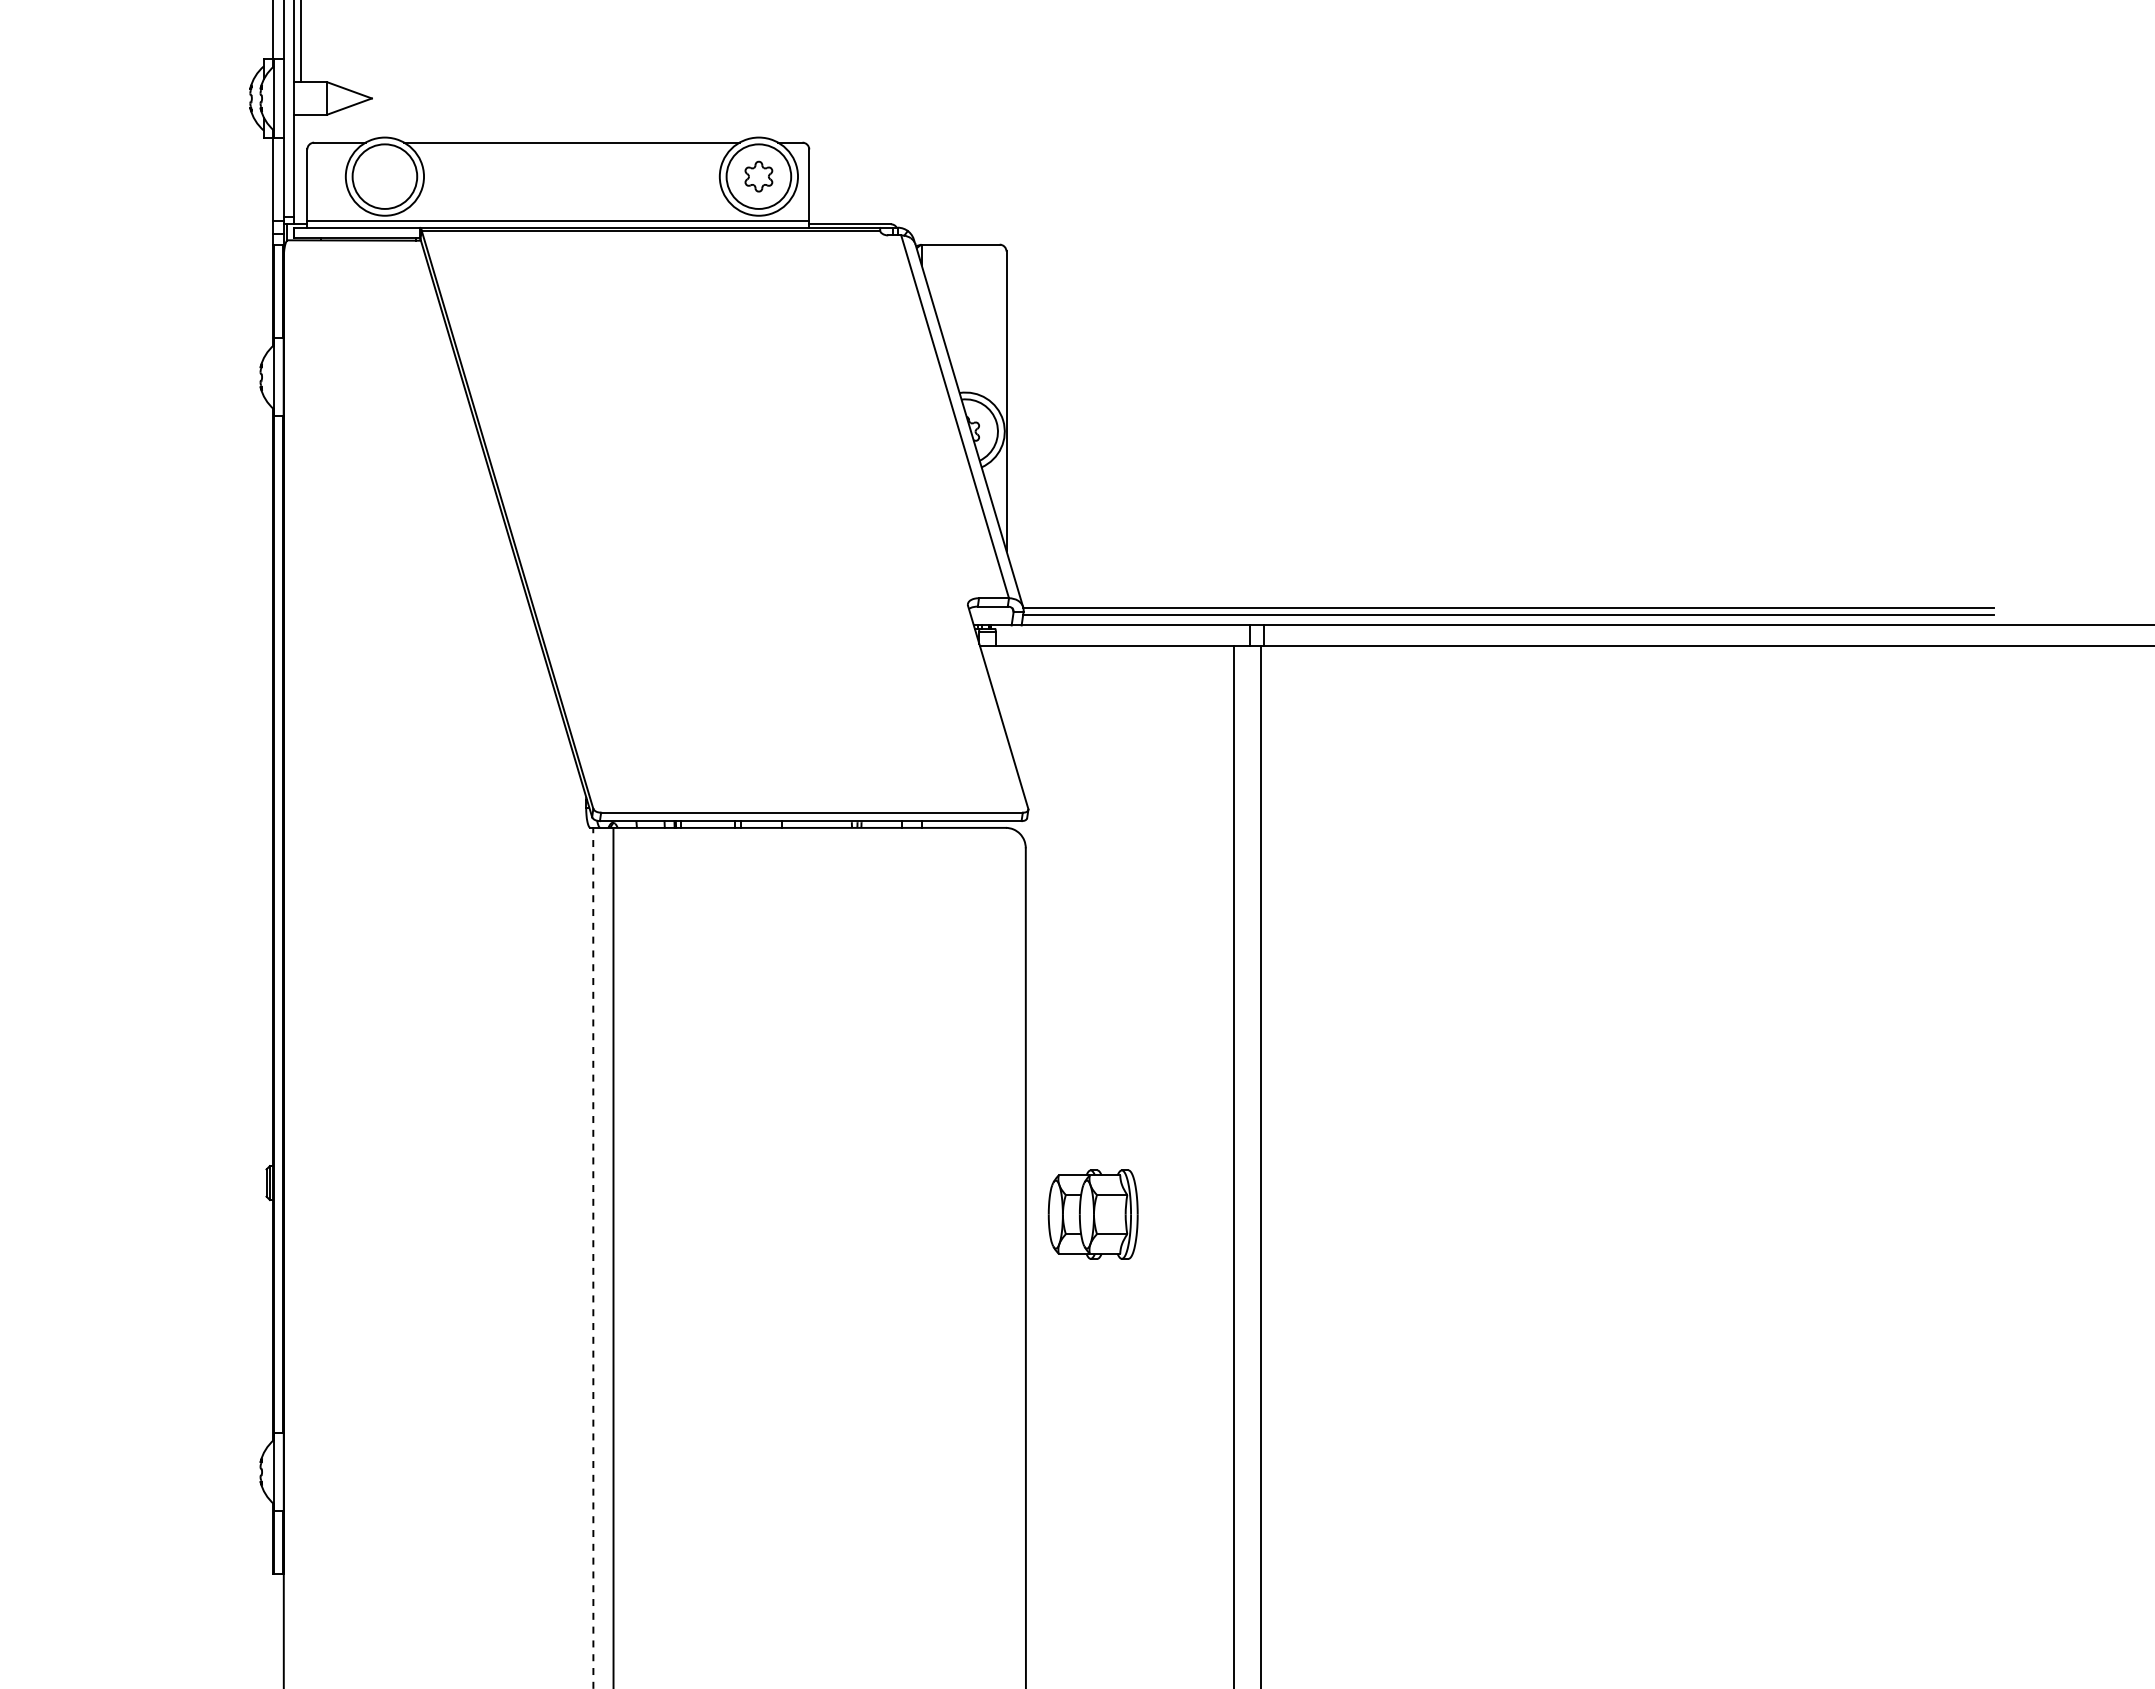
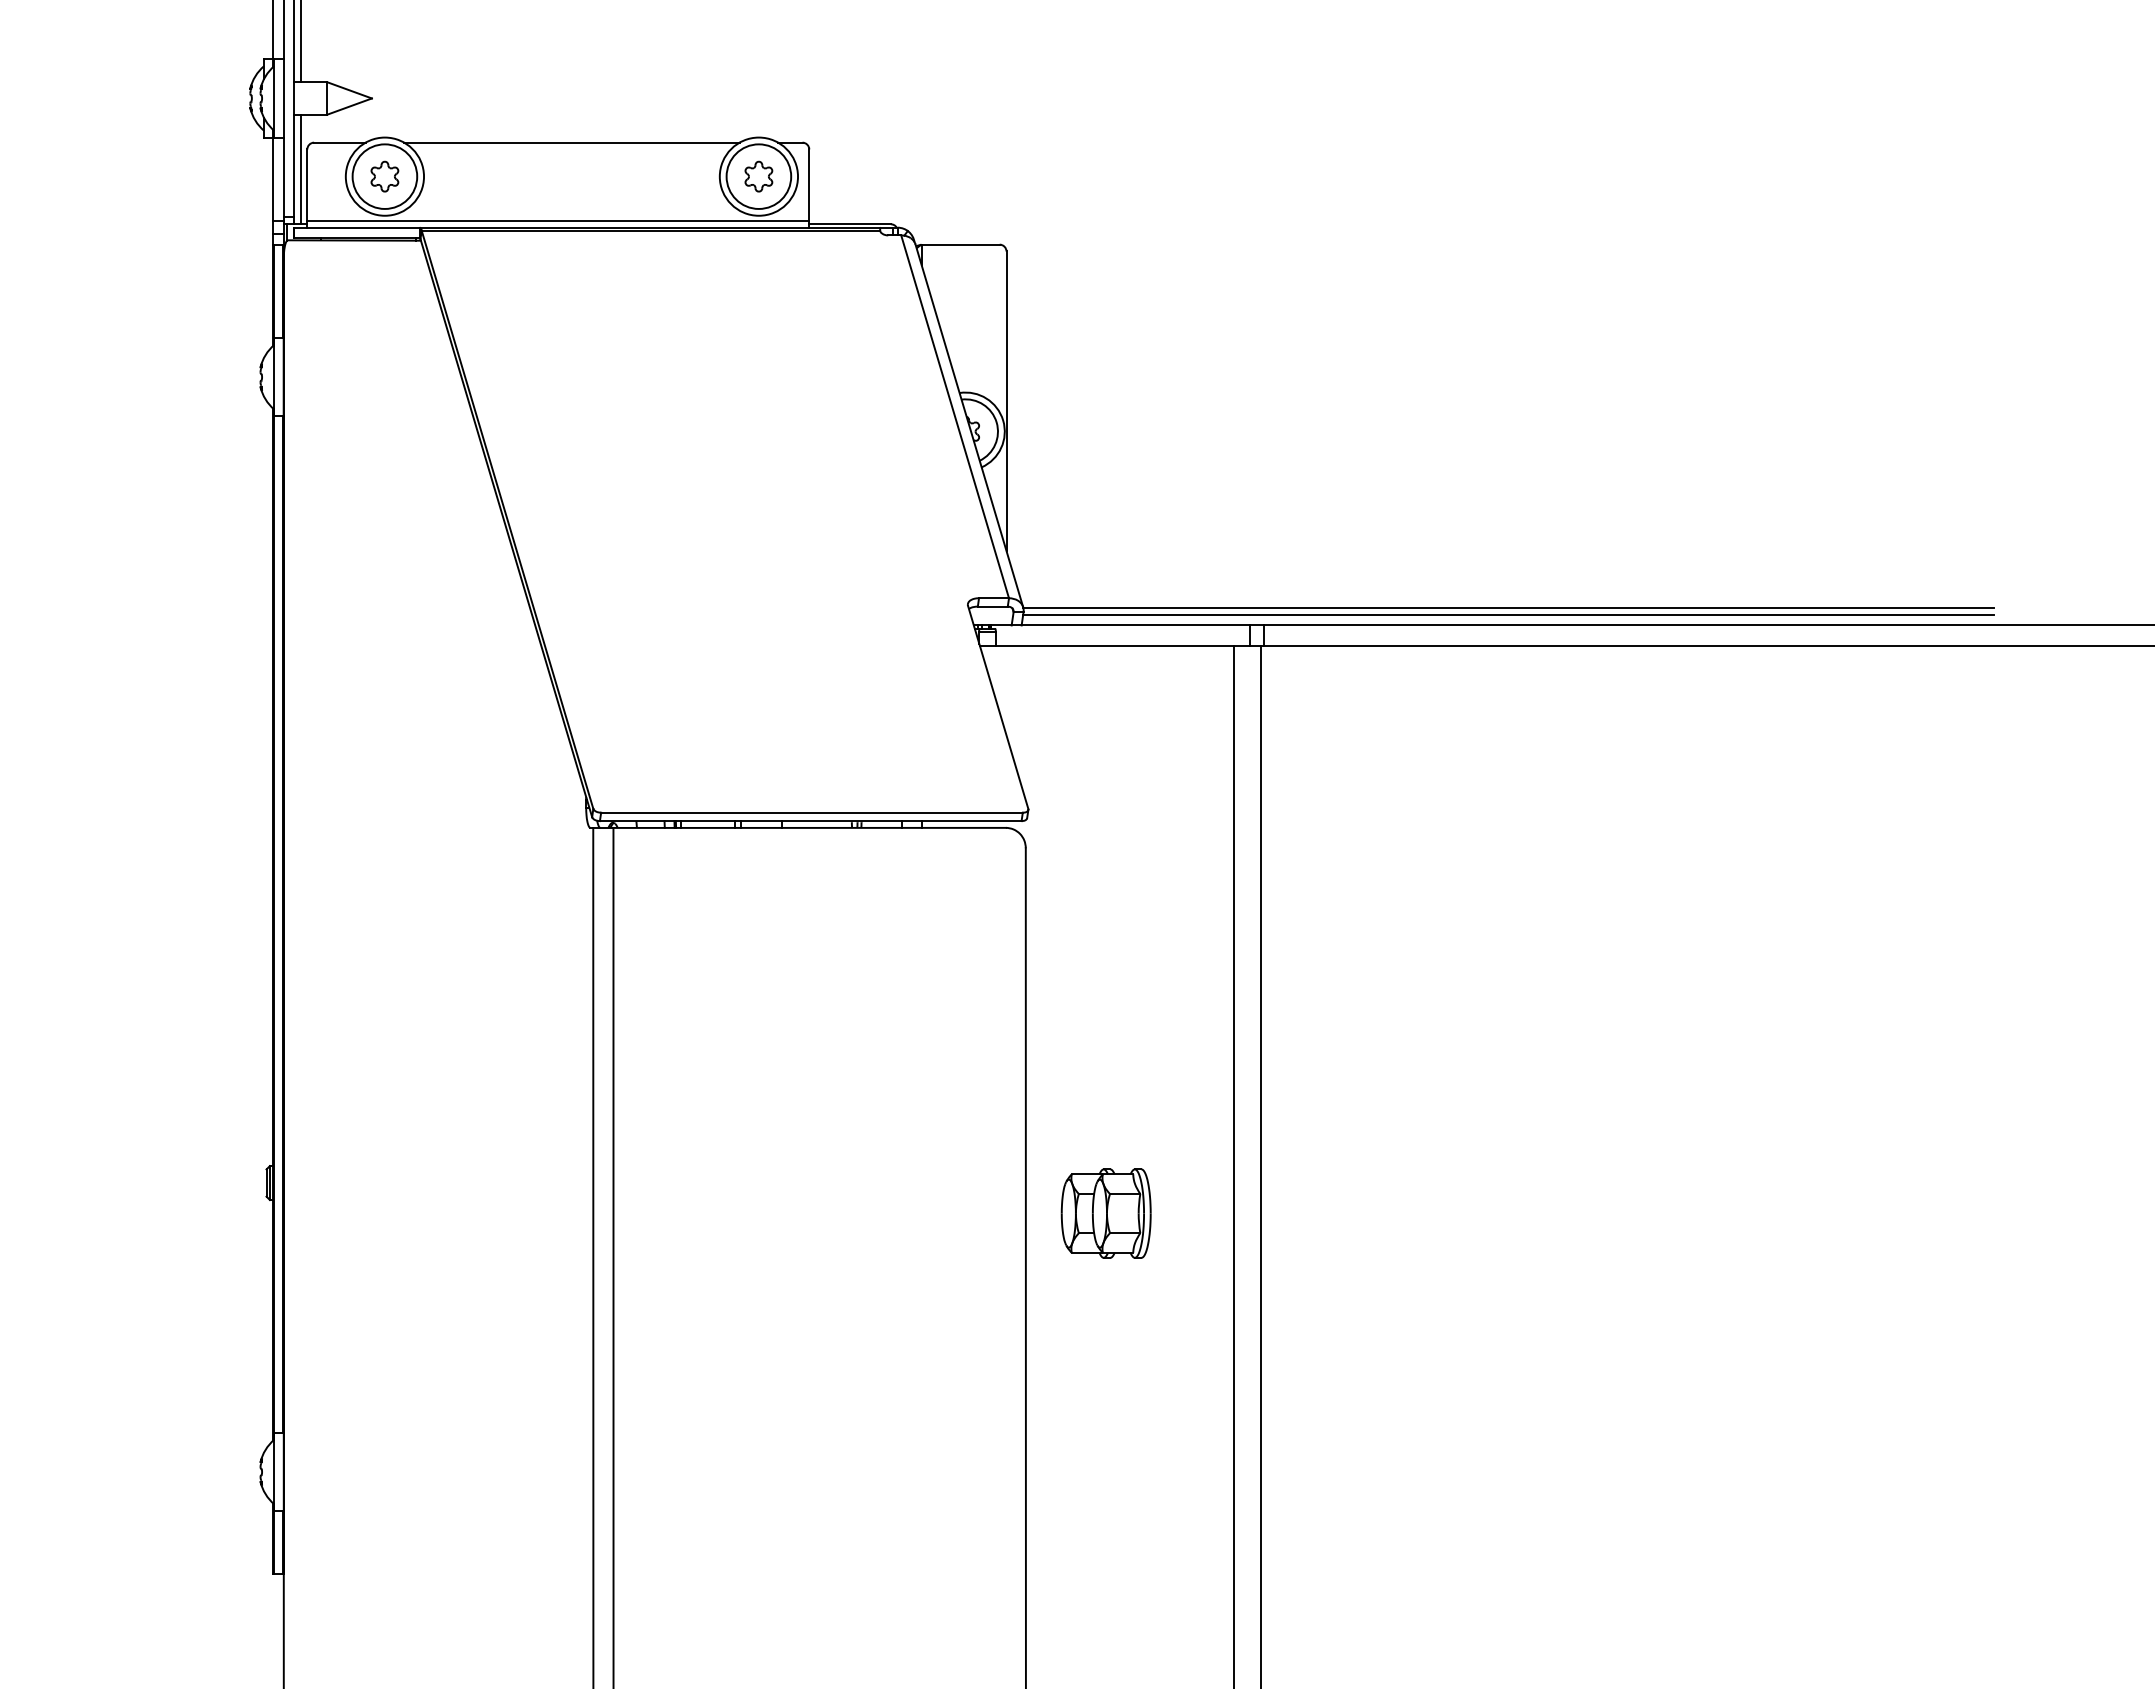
line at (300, 169): none -> present
part at (384, 176): none -> present
part at (1092, 1214) position: (1092, 1214) -> (1105, 1213)
line at (593, 1257): dashed -> solid
